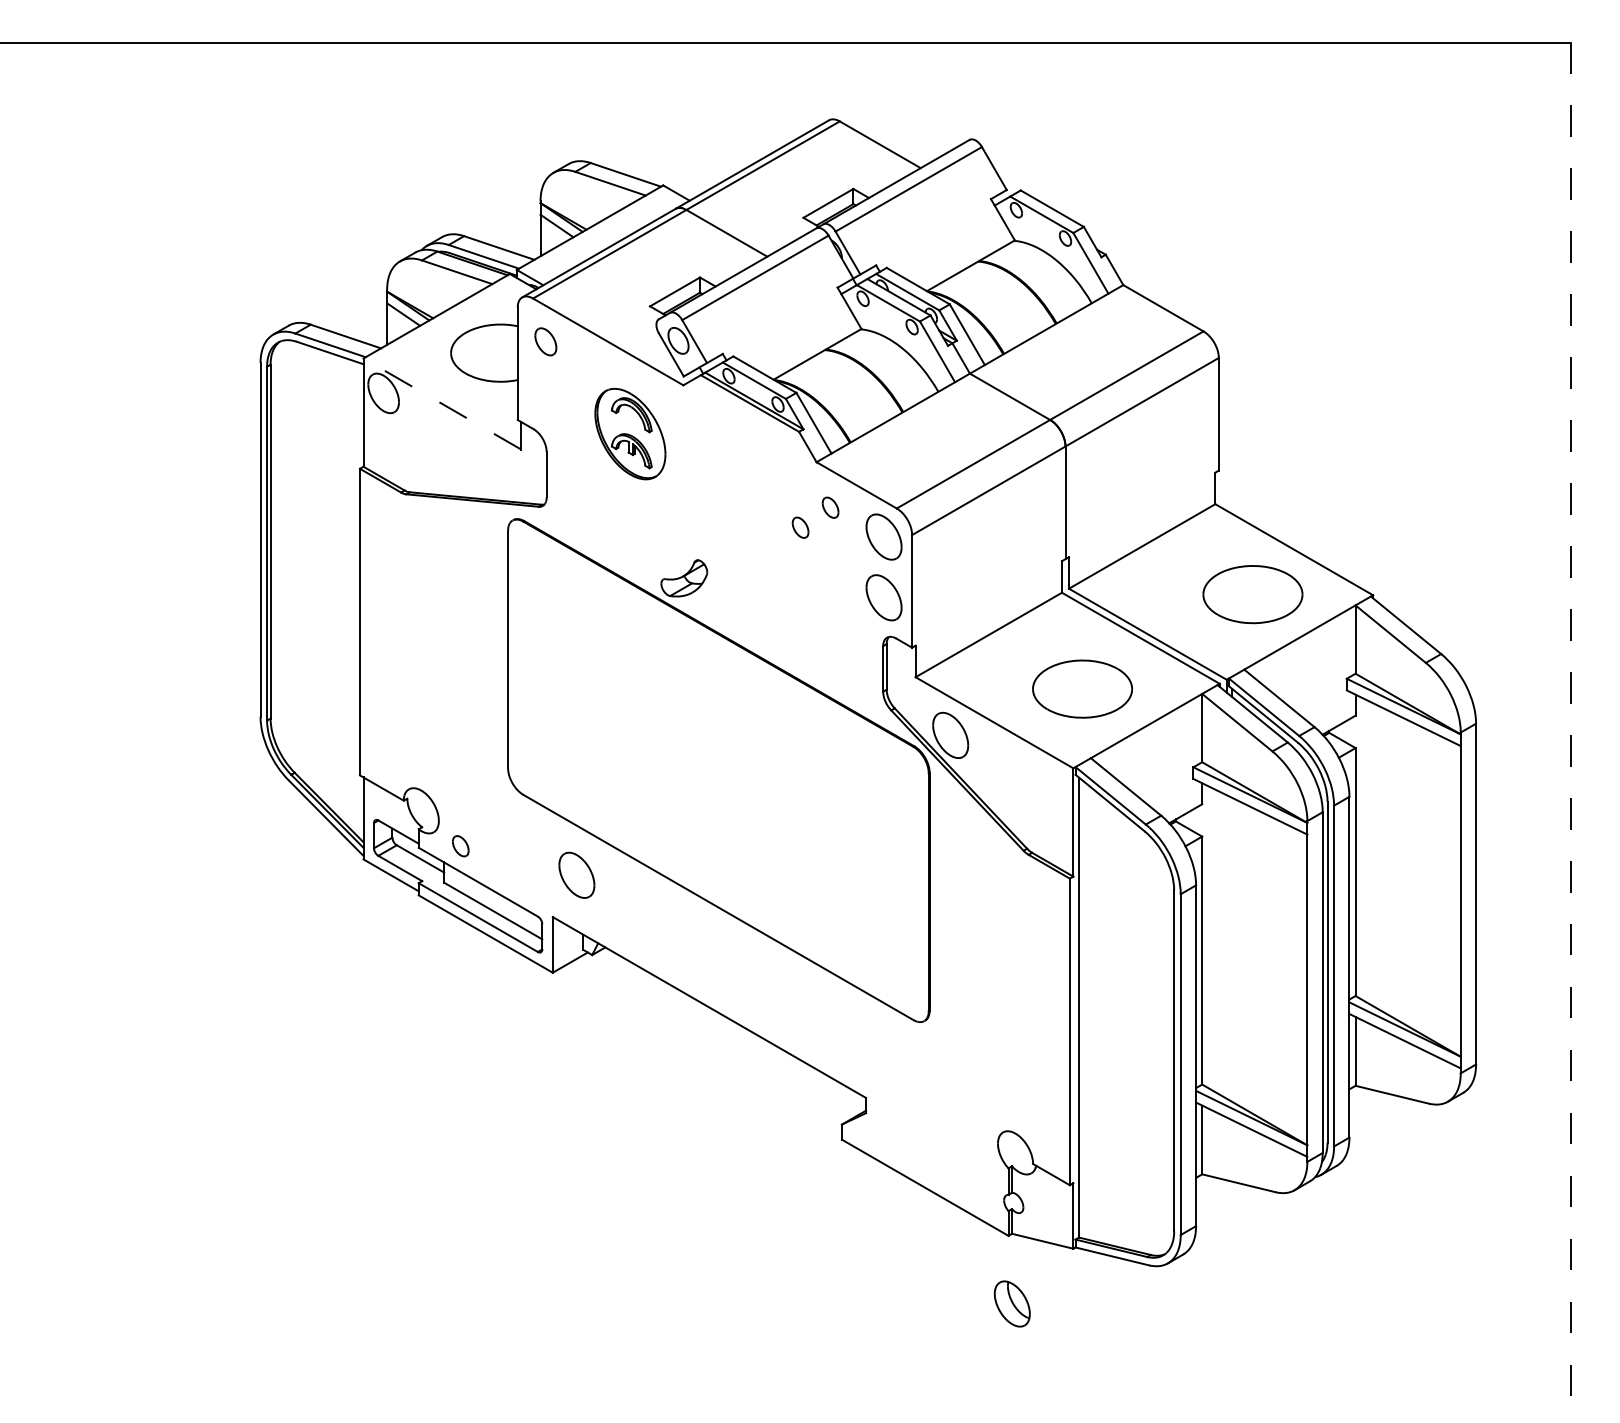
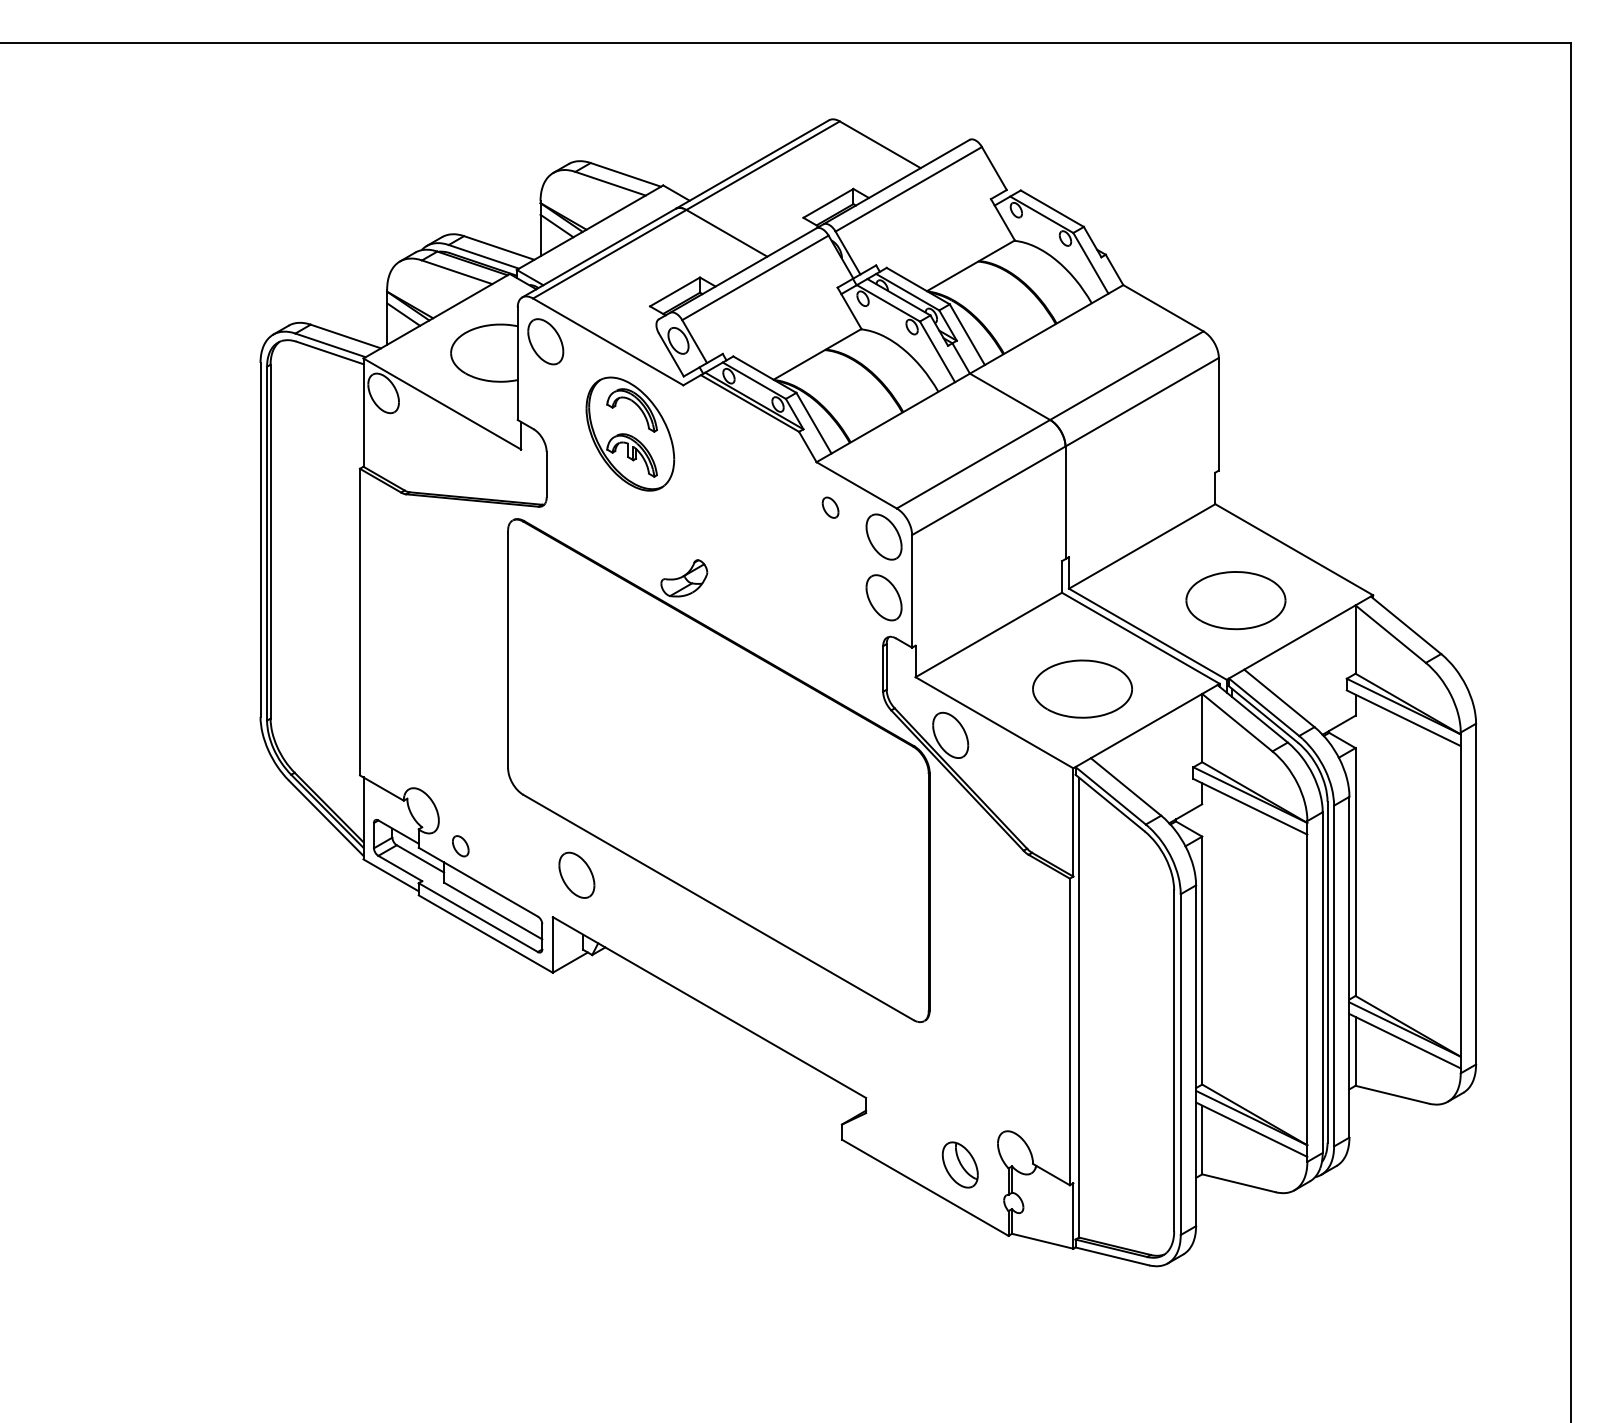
part at (545, 341) size: 24x30 px -> 38x48 px
line at (441, 403): dashed -> solid
part at (630, 433) size: 73x94 px -> 91x116 px
part at (800, 527): present -> none
part at (1252, 594) position: (1252, 594) -> (1235, 600)
line at (1571, 732): dashed -> solid
part at (1011, 1303) position: (1011, 1303) -> (959, 1164)
